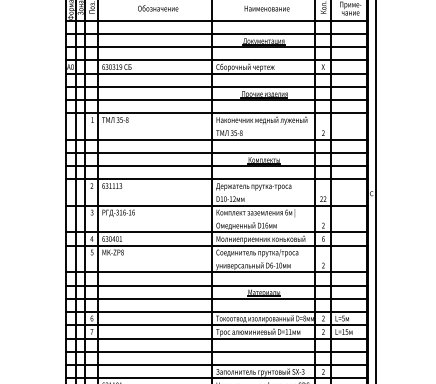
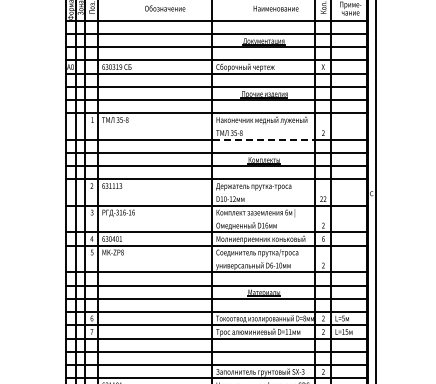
text at (158, 8) position: (158, 8) -> (165, 8)
text at (266, 8) position: (266, 8) -> (275, 8)
line at (264, 139): solid -> dashed
